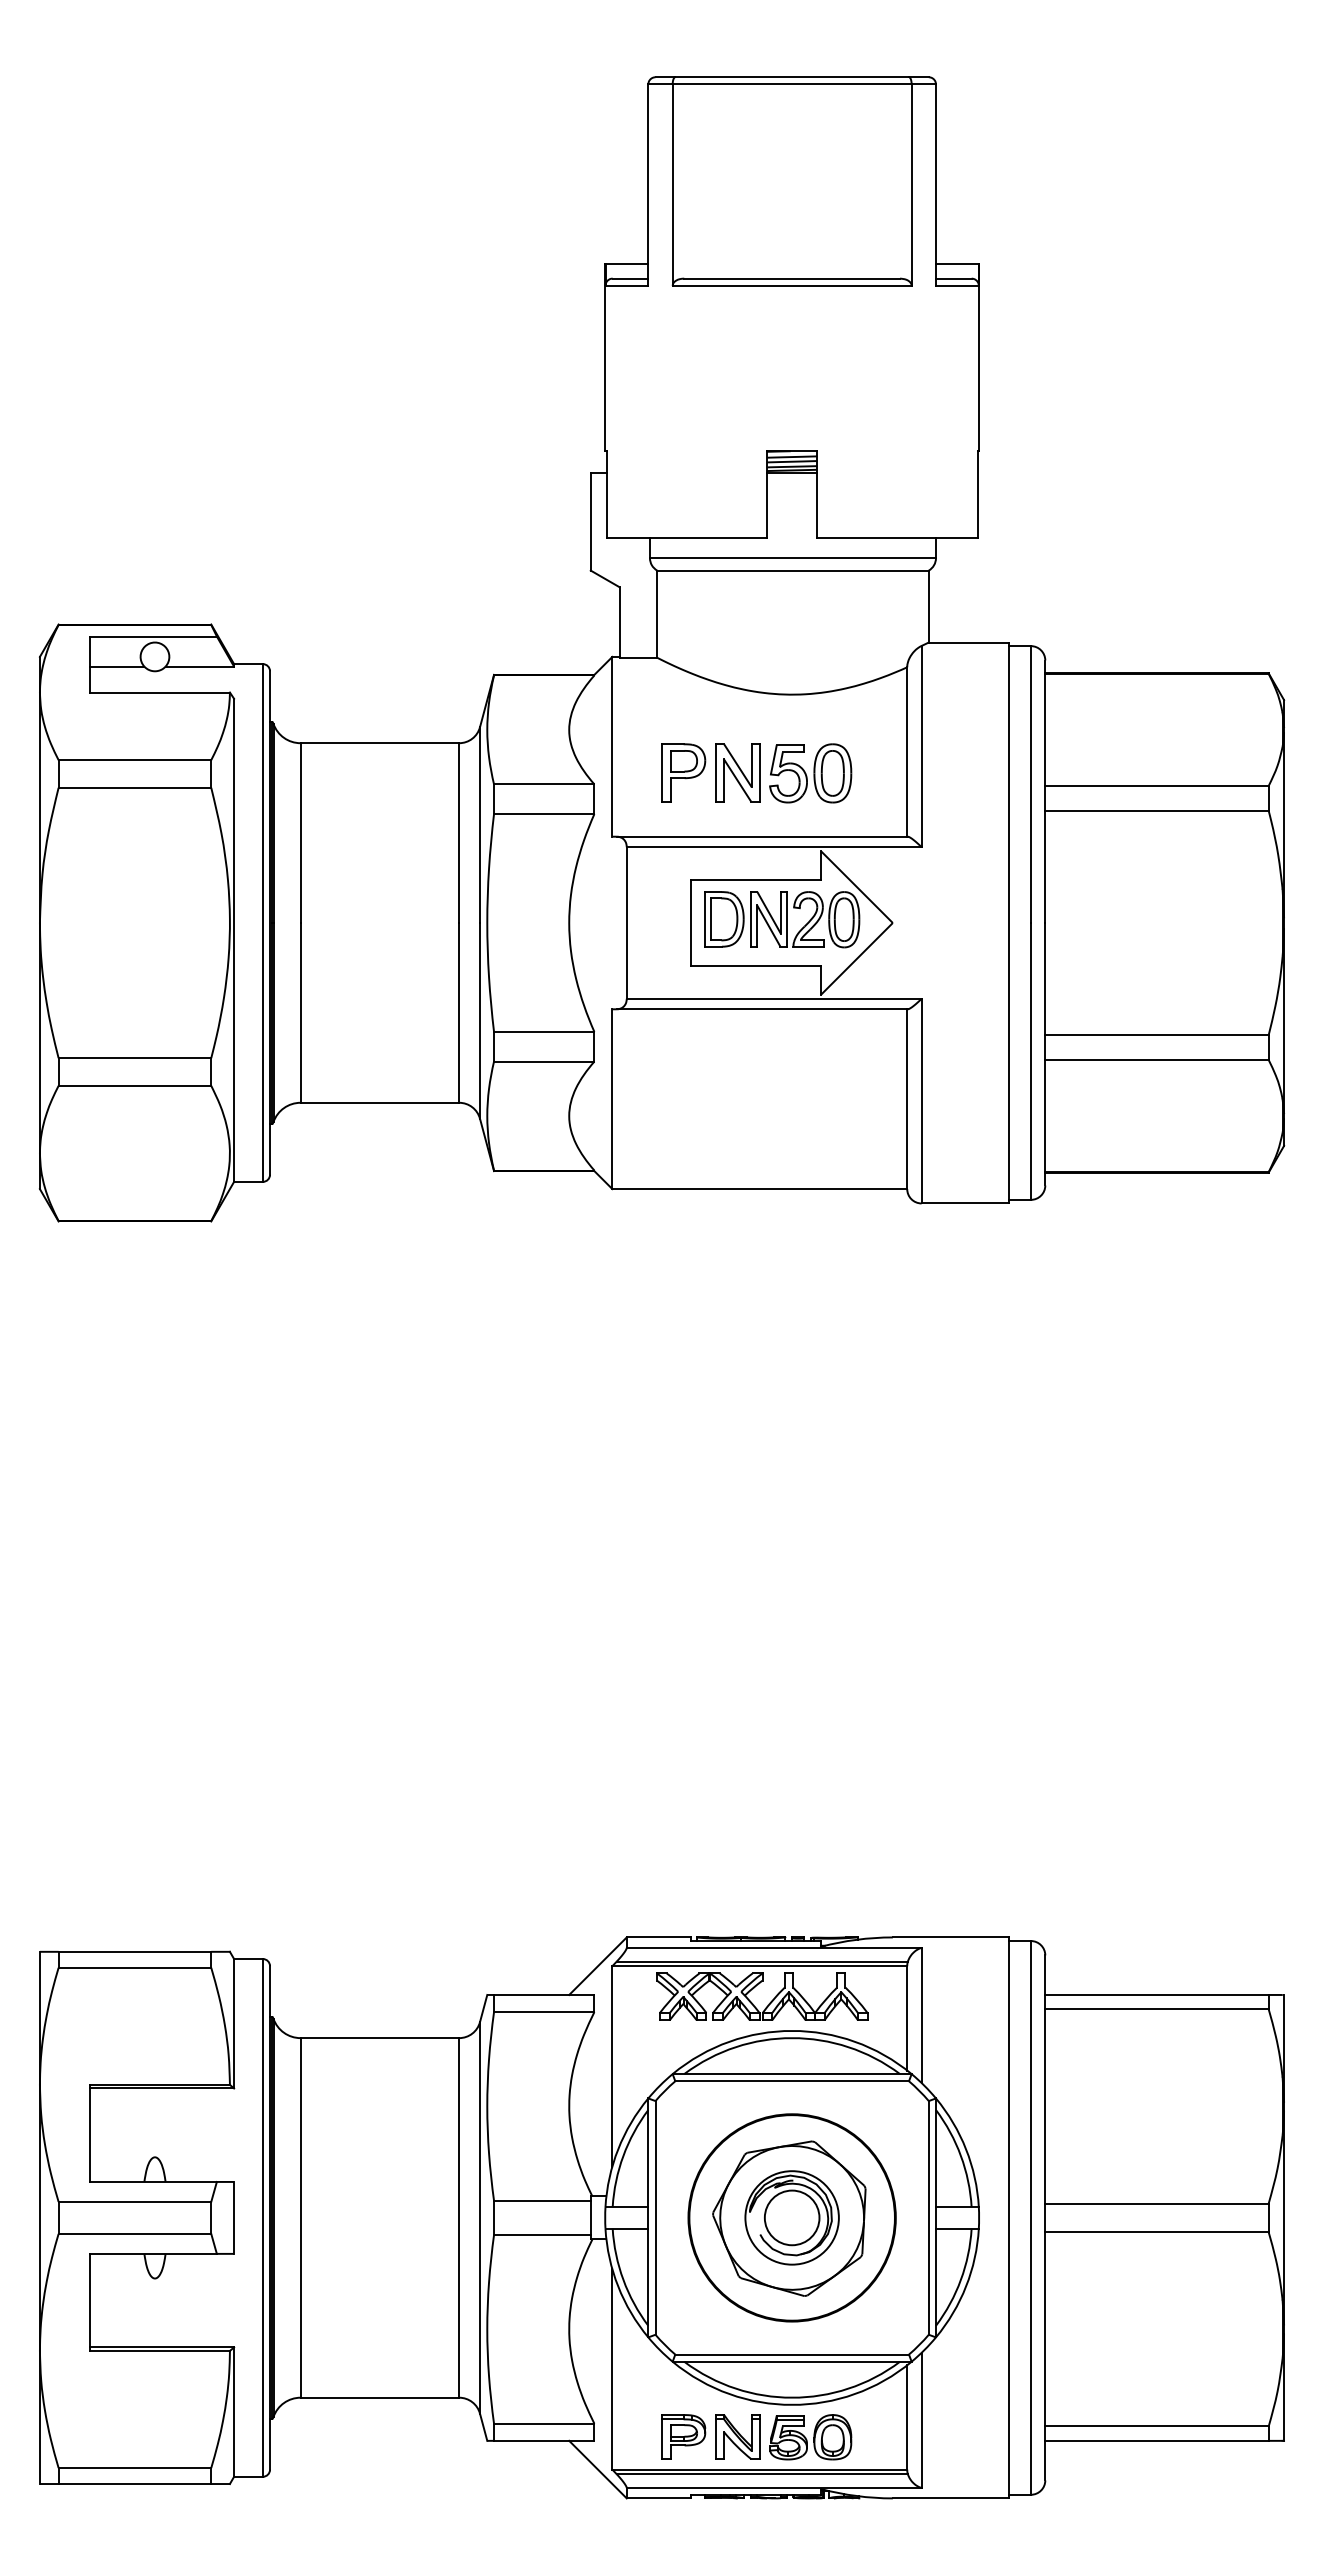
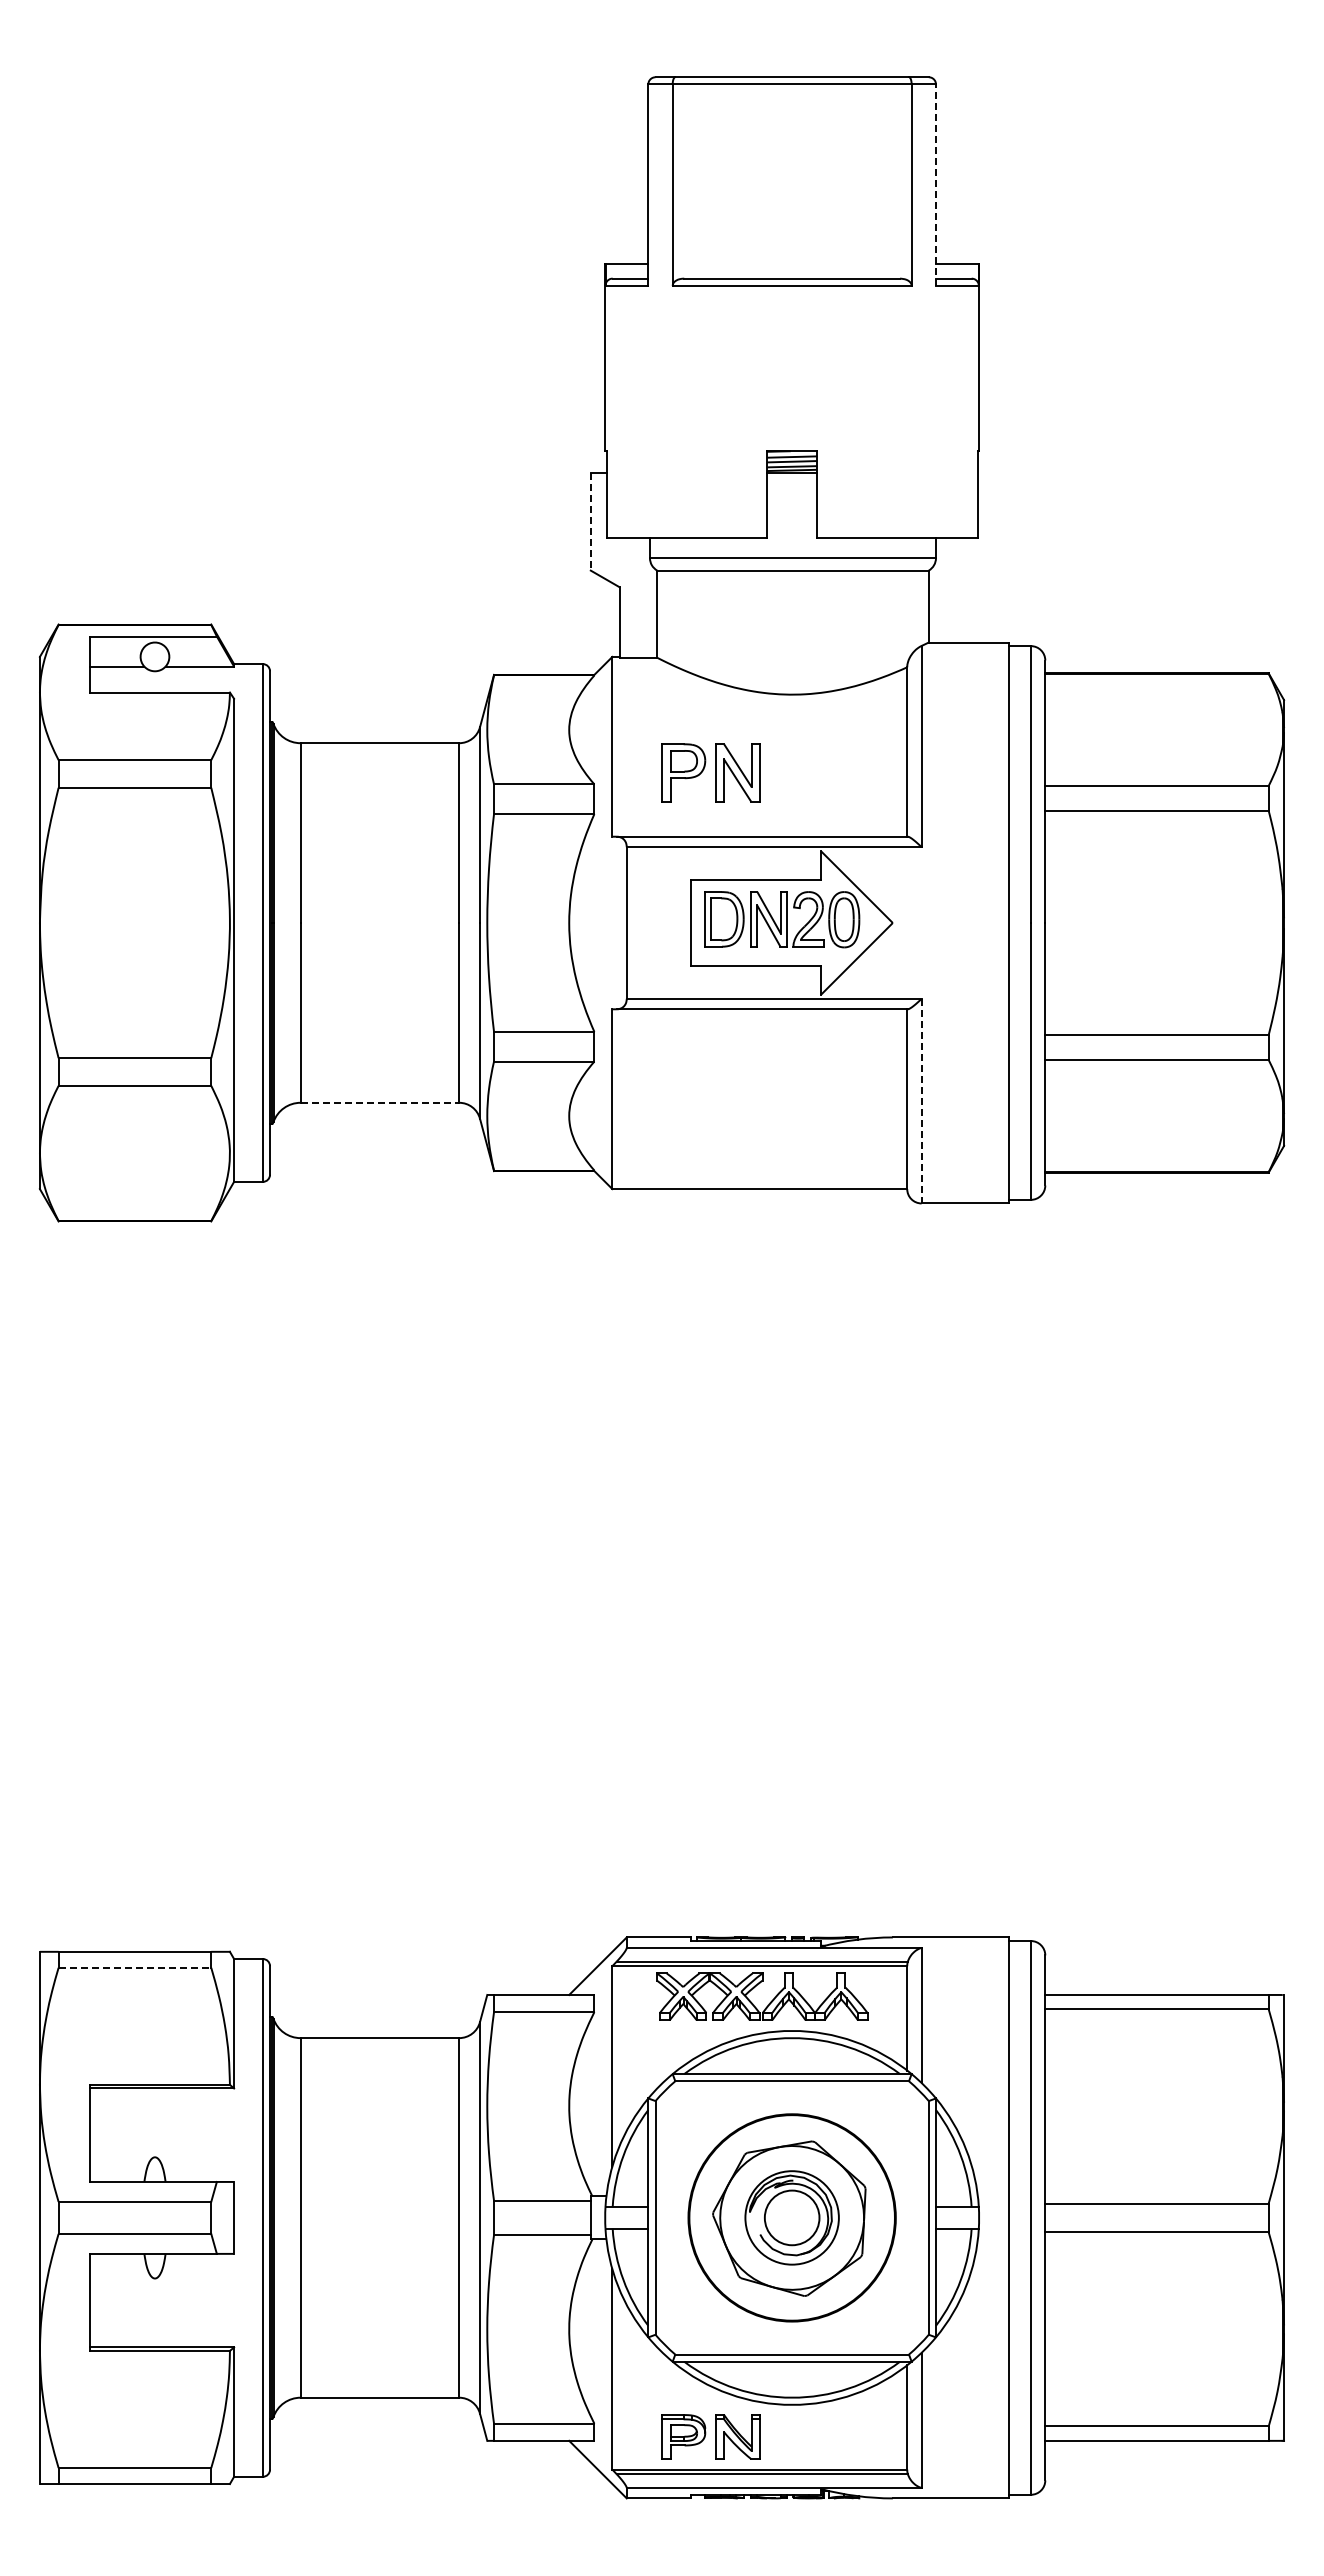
line at (935, 185): solid -> dashed
line at (590, 521): solid -> dashed
part at (810, 773): present -> none
line at (921, 1101): solid -> dashed
line at (380, 1102): solid -> dashed
line at (135, 1967): solid -> dashed
part at (810, 2437): present -> none
